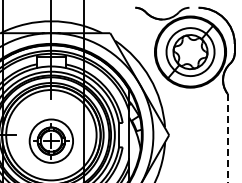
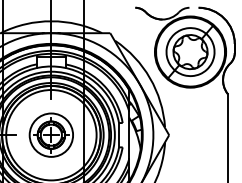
line at (227, 138): dashed -> solid
part at (50, 140) position: (50, 140) -> (50, 134)
